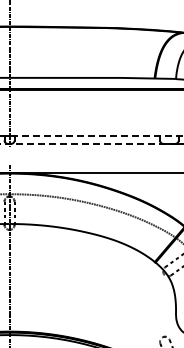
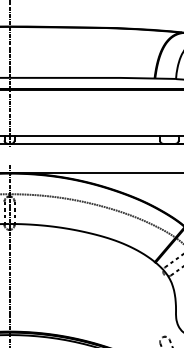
line at (96, 136): dashed -> solid
line at (91, 143): dashed -> solid
